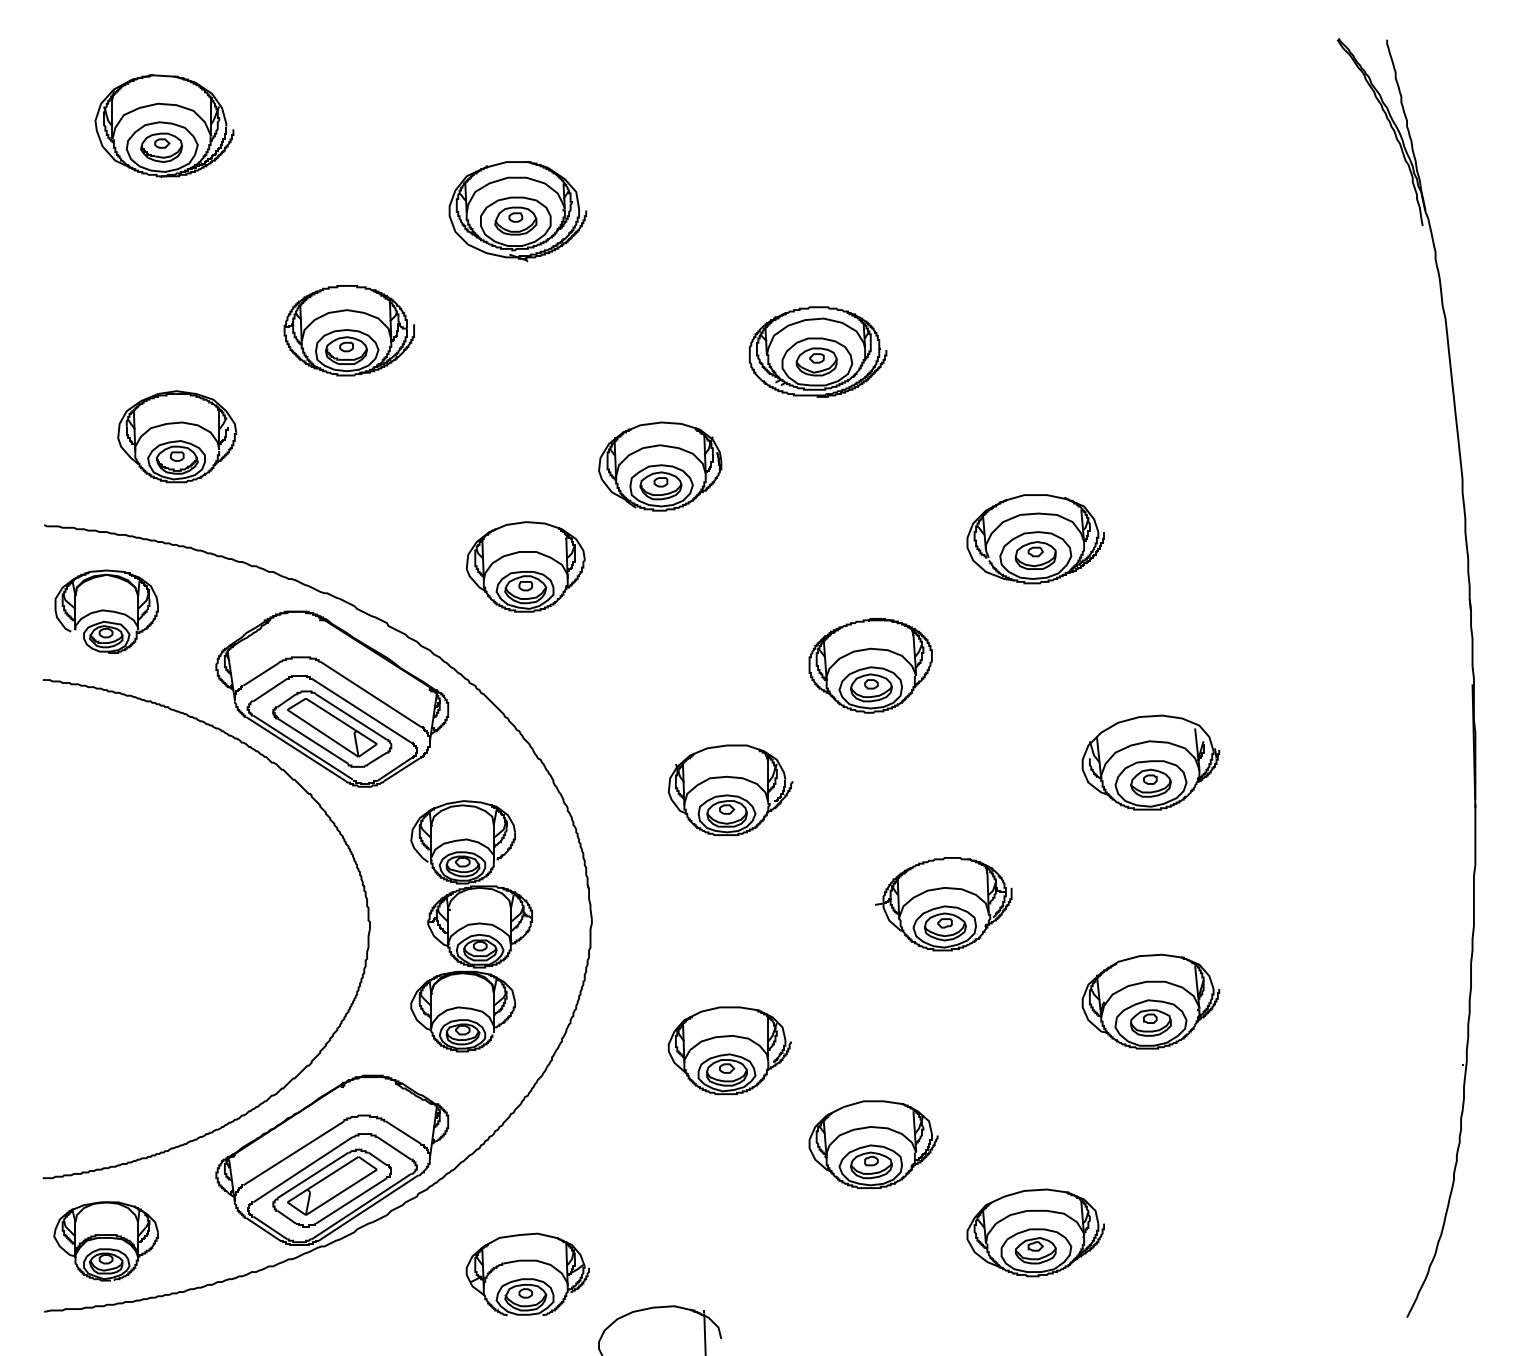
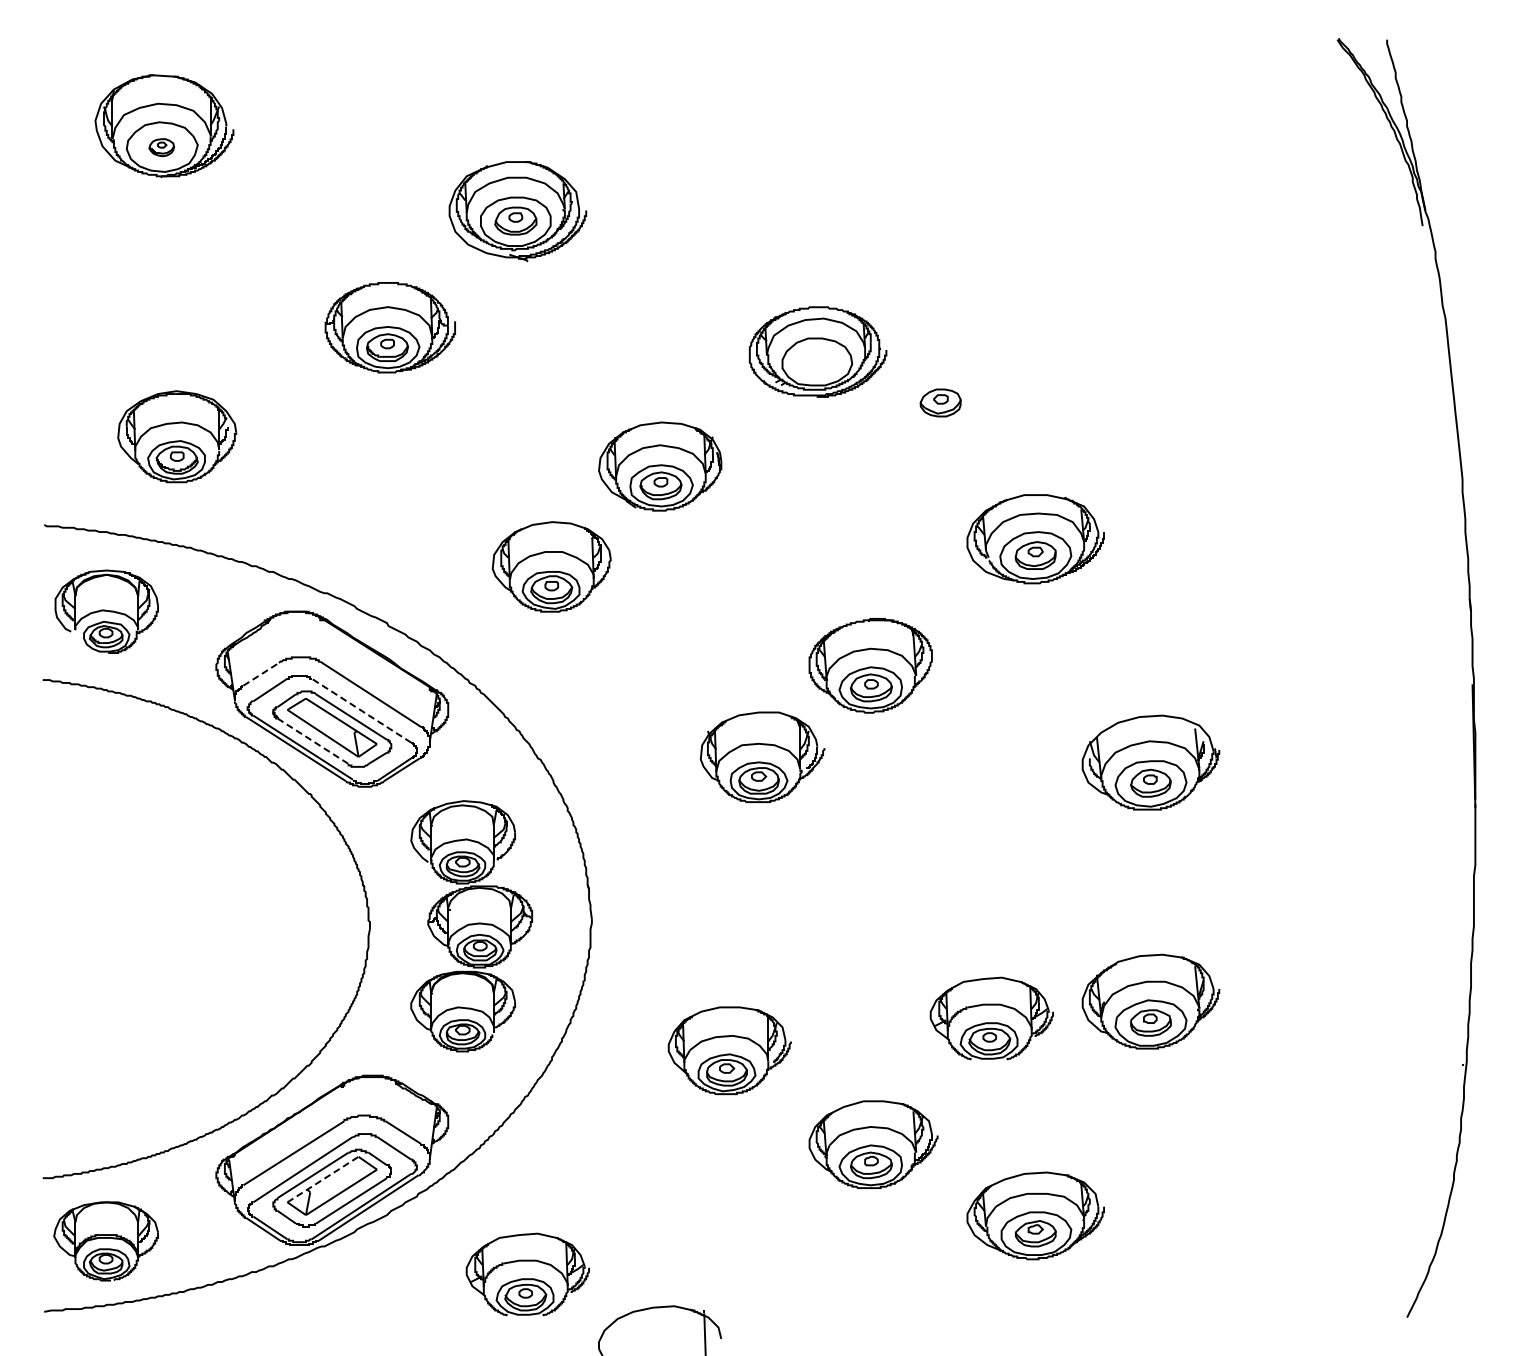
part at (161, 147) size: 44x31 px -> 27x20 px
part at (348, 330) position: (348, 330) -> (389, 327)
part at (816, 361) position: (816, 361) -> (940, 402)
part at (525, 566) position: (525, 566) -> (551, 566)
line at (261, 674): solid -> dashed
line at (361, 710): solid -> dashed
line at (313, 741): solid -> dashed
part at (730, 789) position: (730, 789) -> (762, 756)
part at (943, 904): present -> none
part at (991, 1018): none -> present
line at (323, 1179): solid -> dashed
part at (1035, 1232) position: (1035, 1232) -> (1035, 1215)
